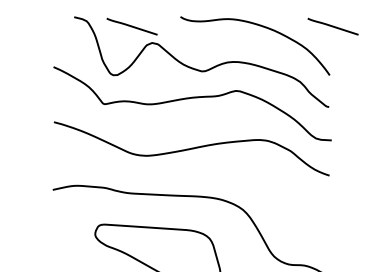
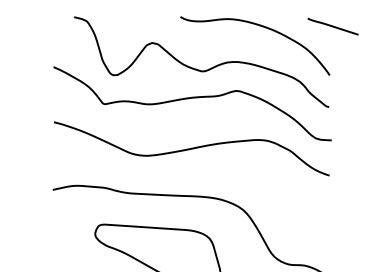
line at (131, 26): present -> none
